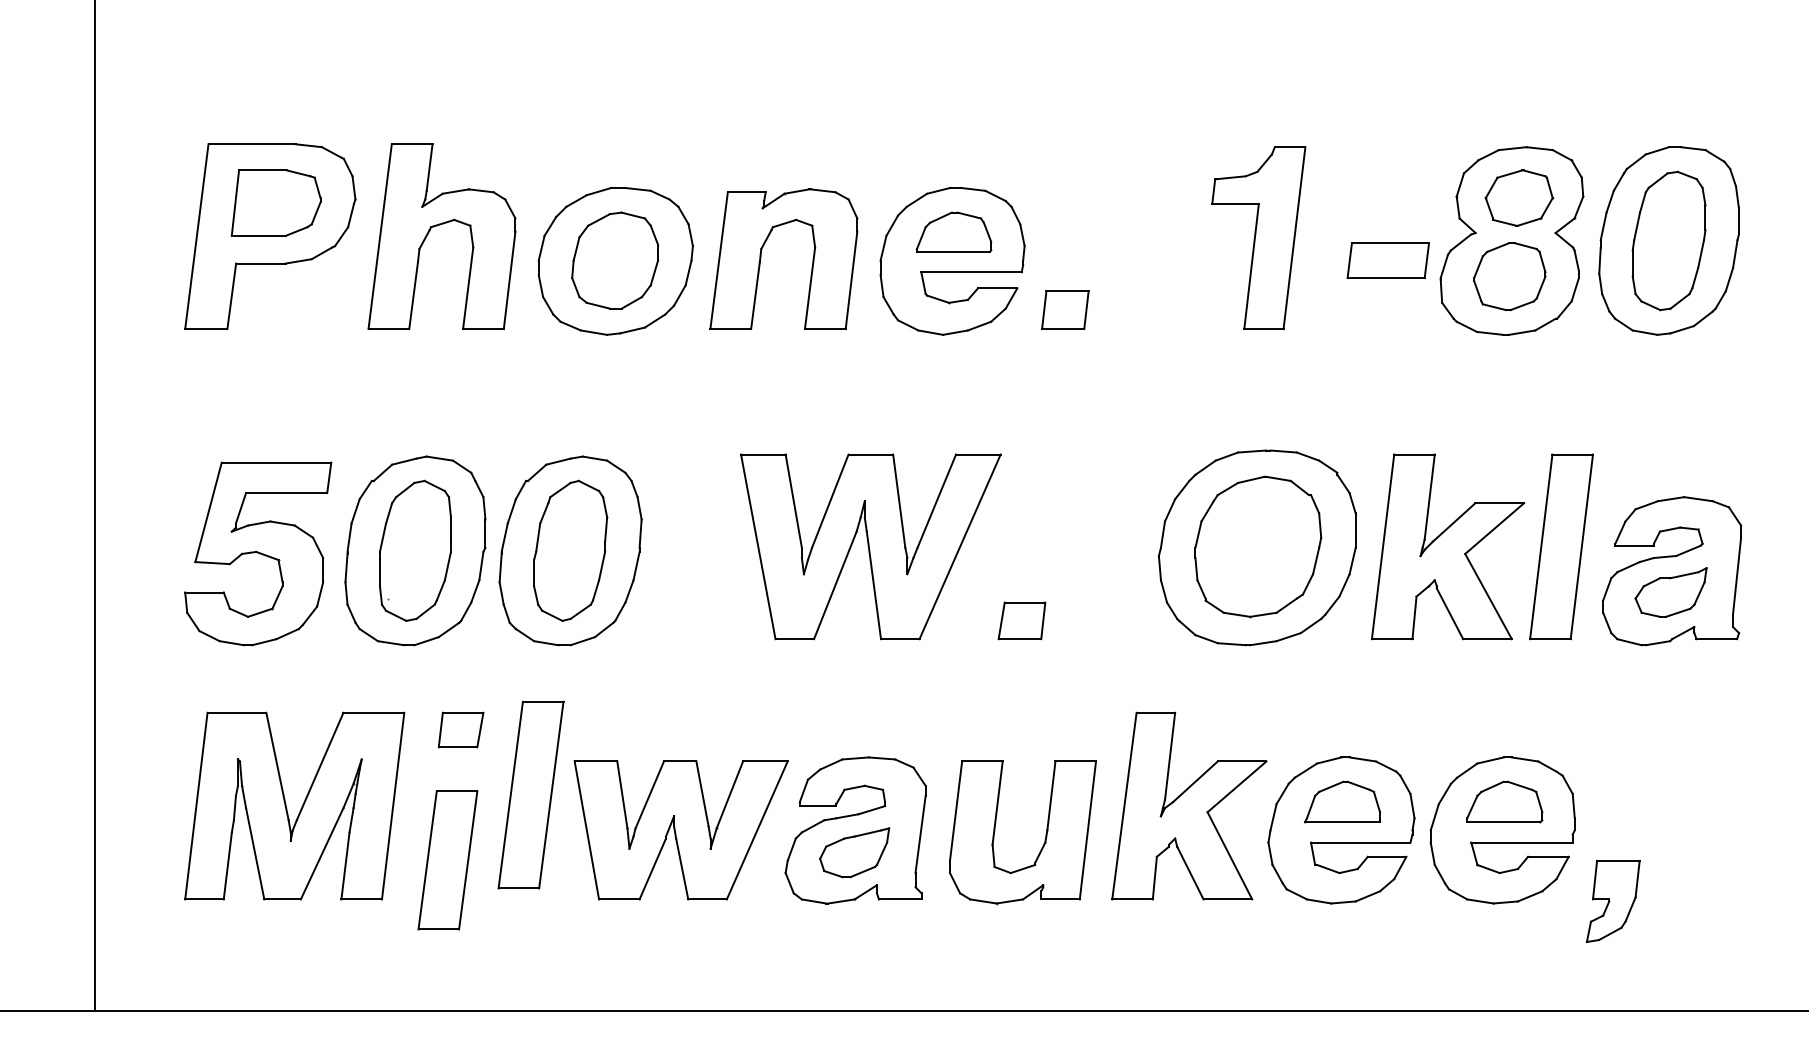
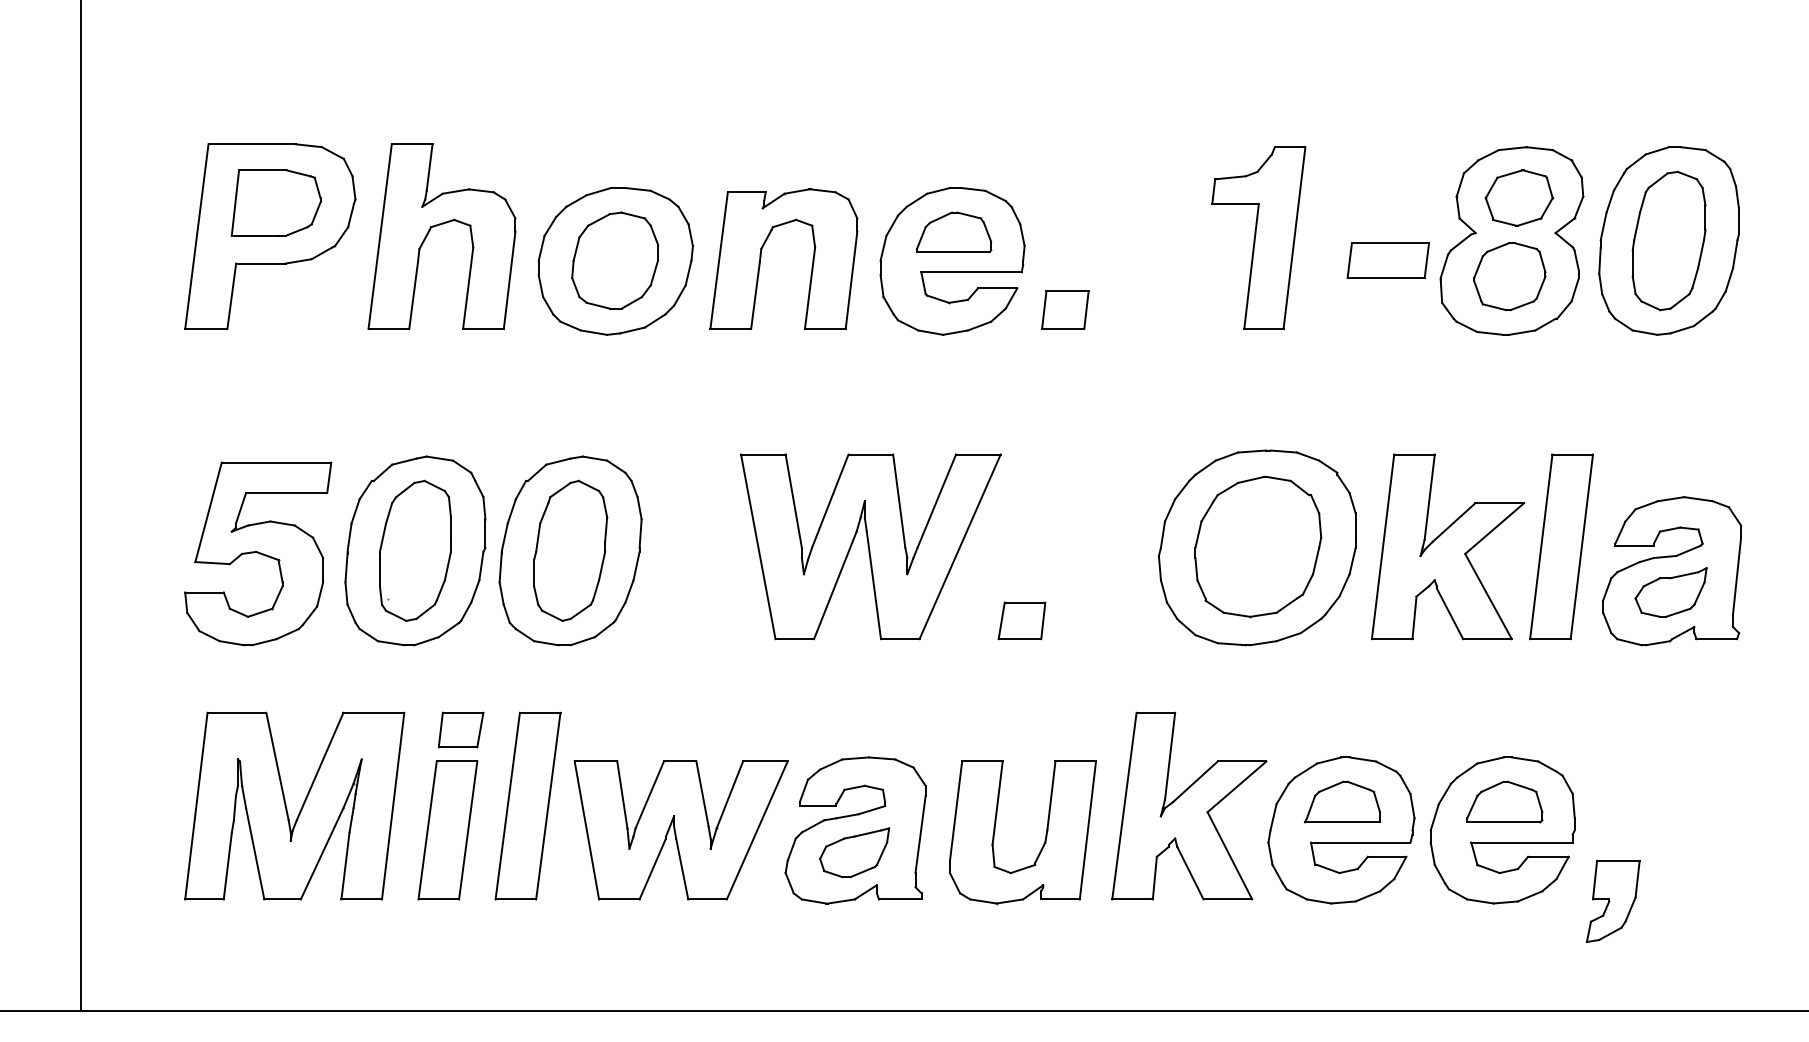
line at (95, 506) position: (95, 506) -> (81, 506)
part at (530, 794) position: (530, 794) -> (527, 805)
part at (447, 860) position: (447, 860) -> (447, 830)
